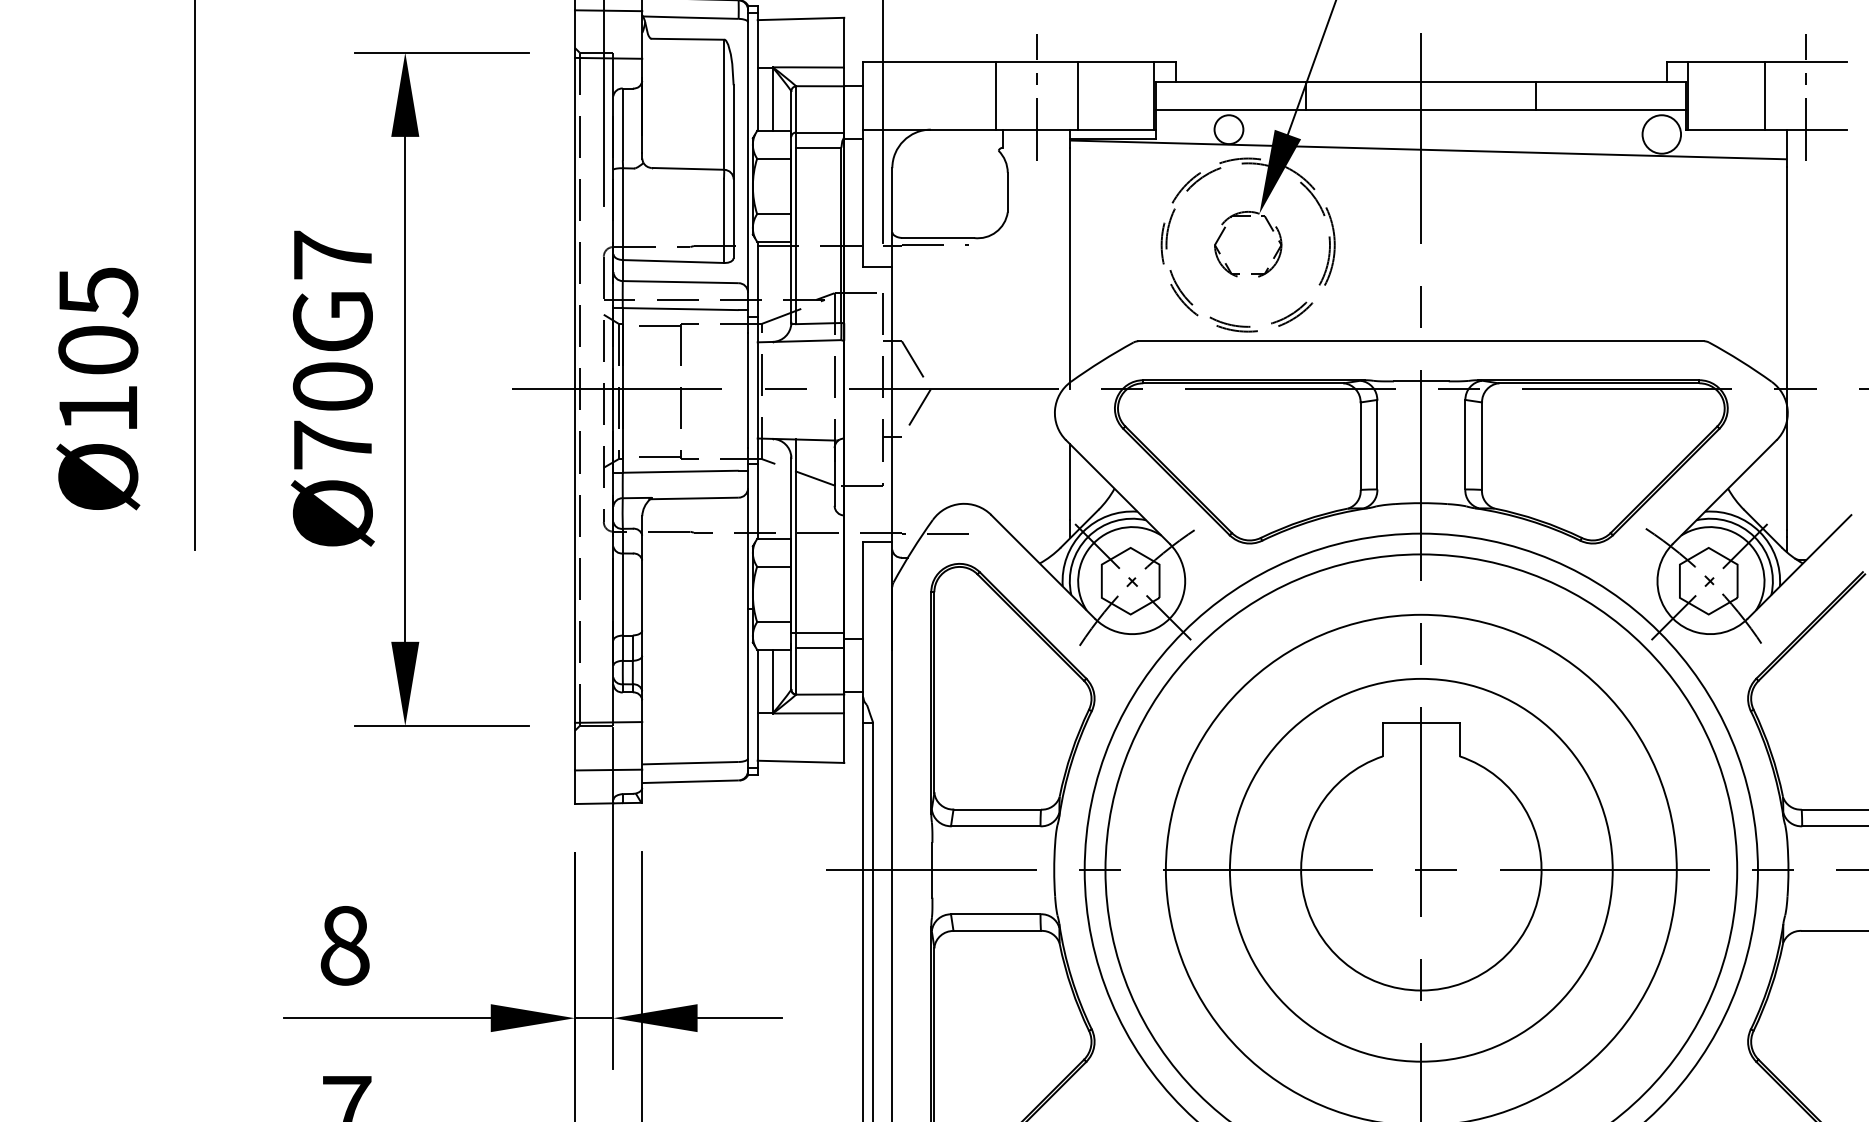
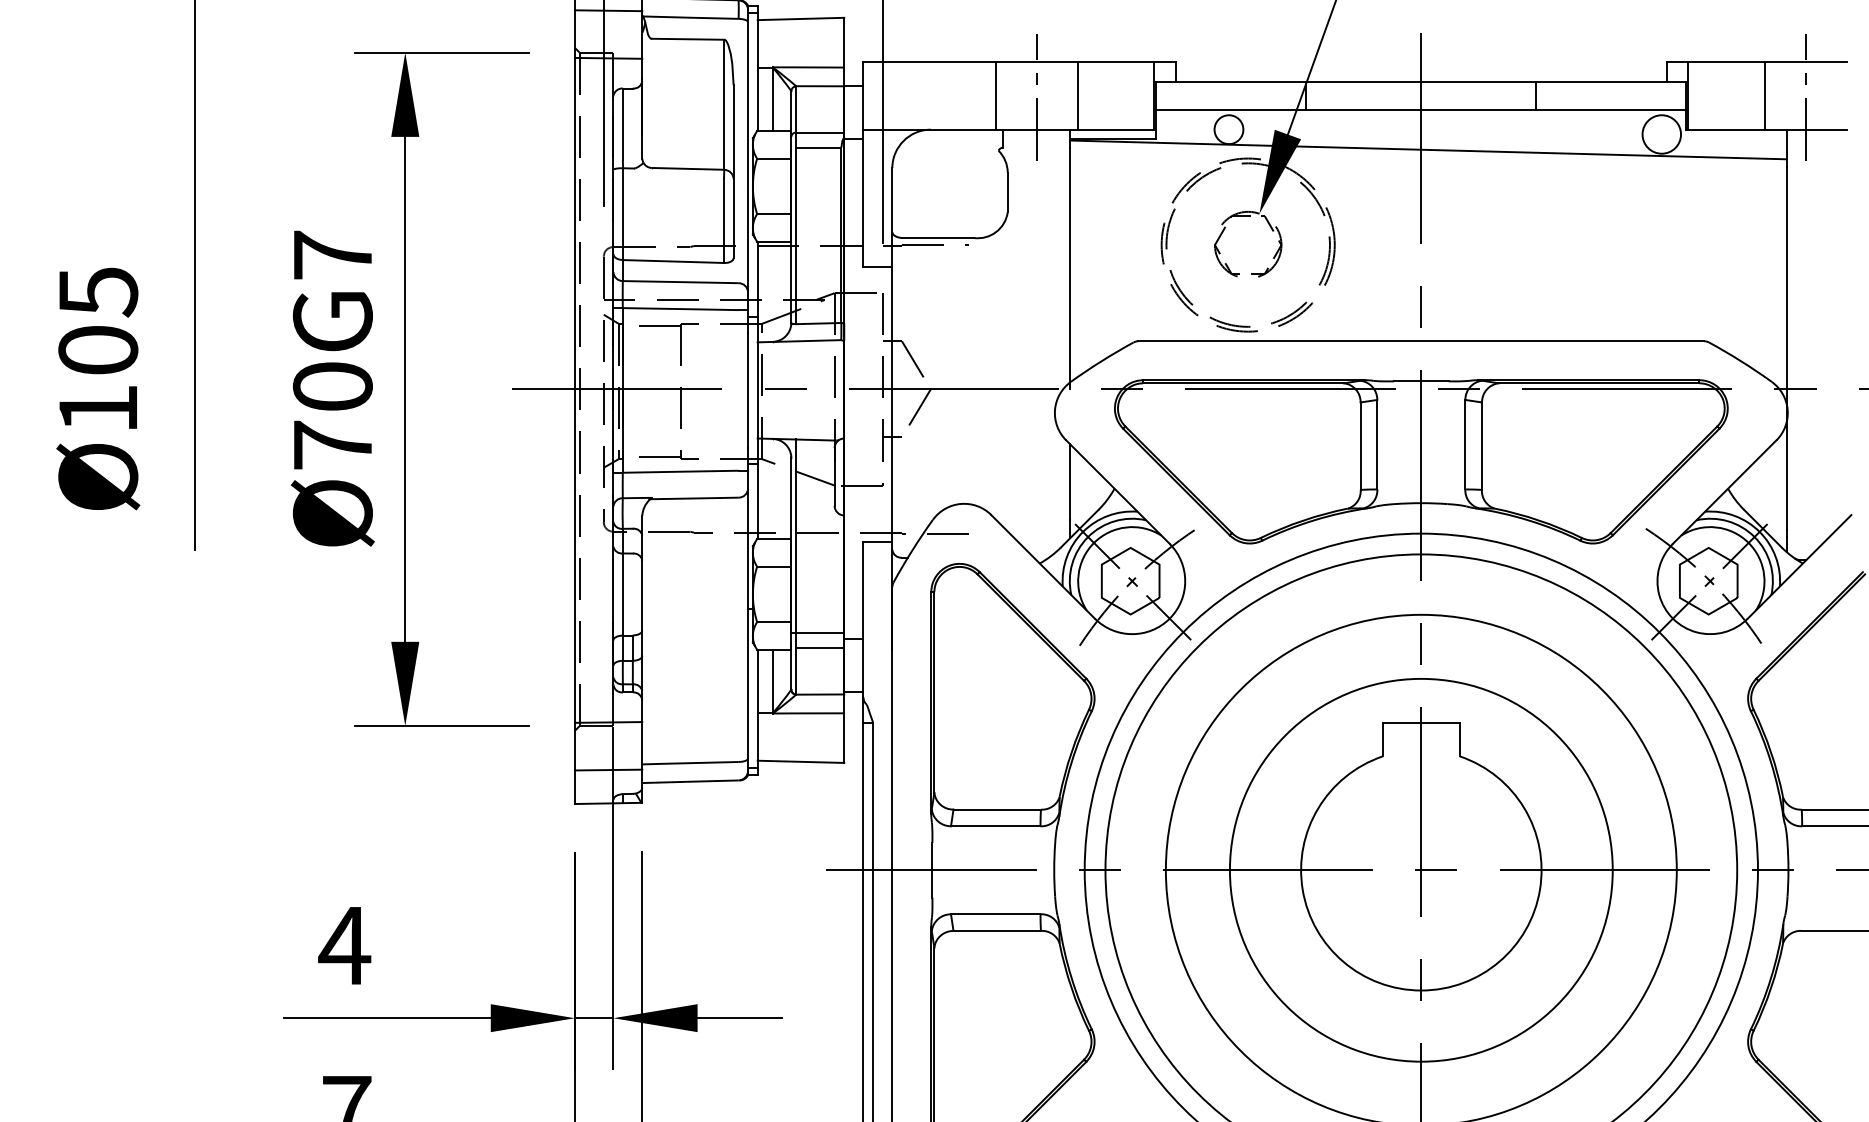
text at (344, 945): 8 -> 4
